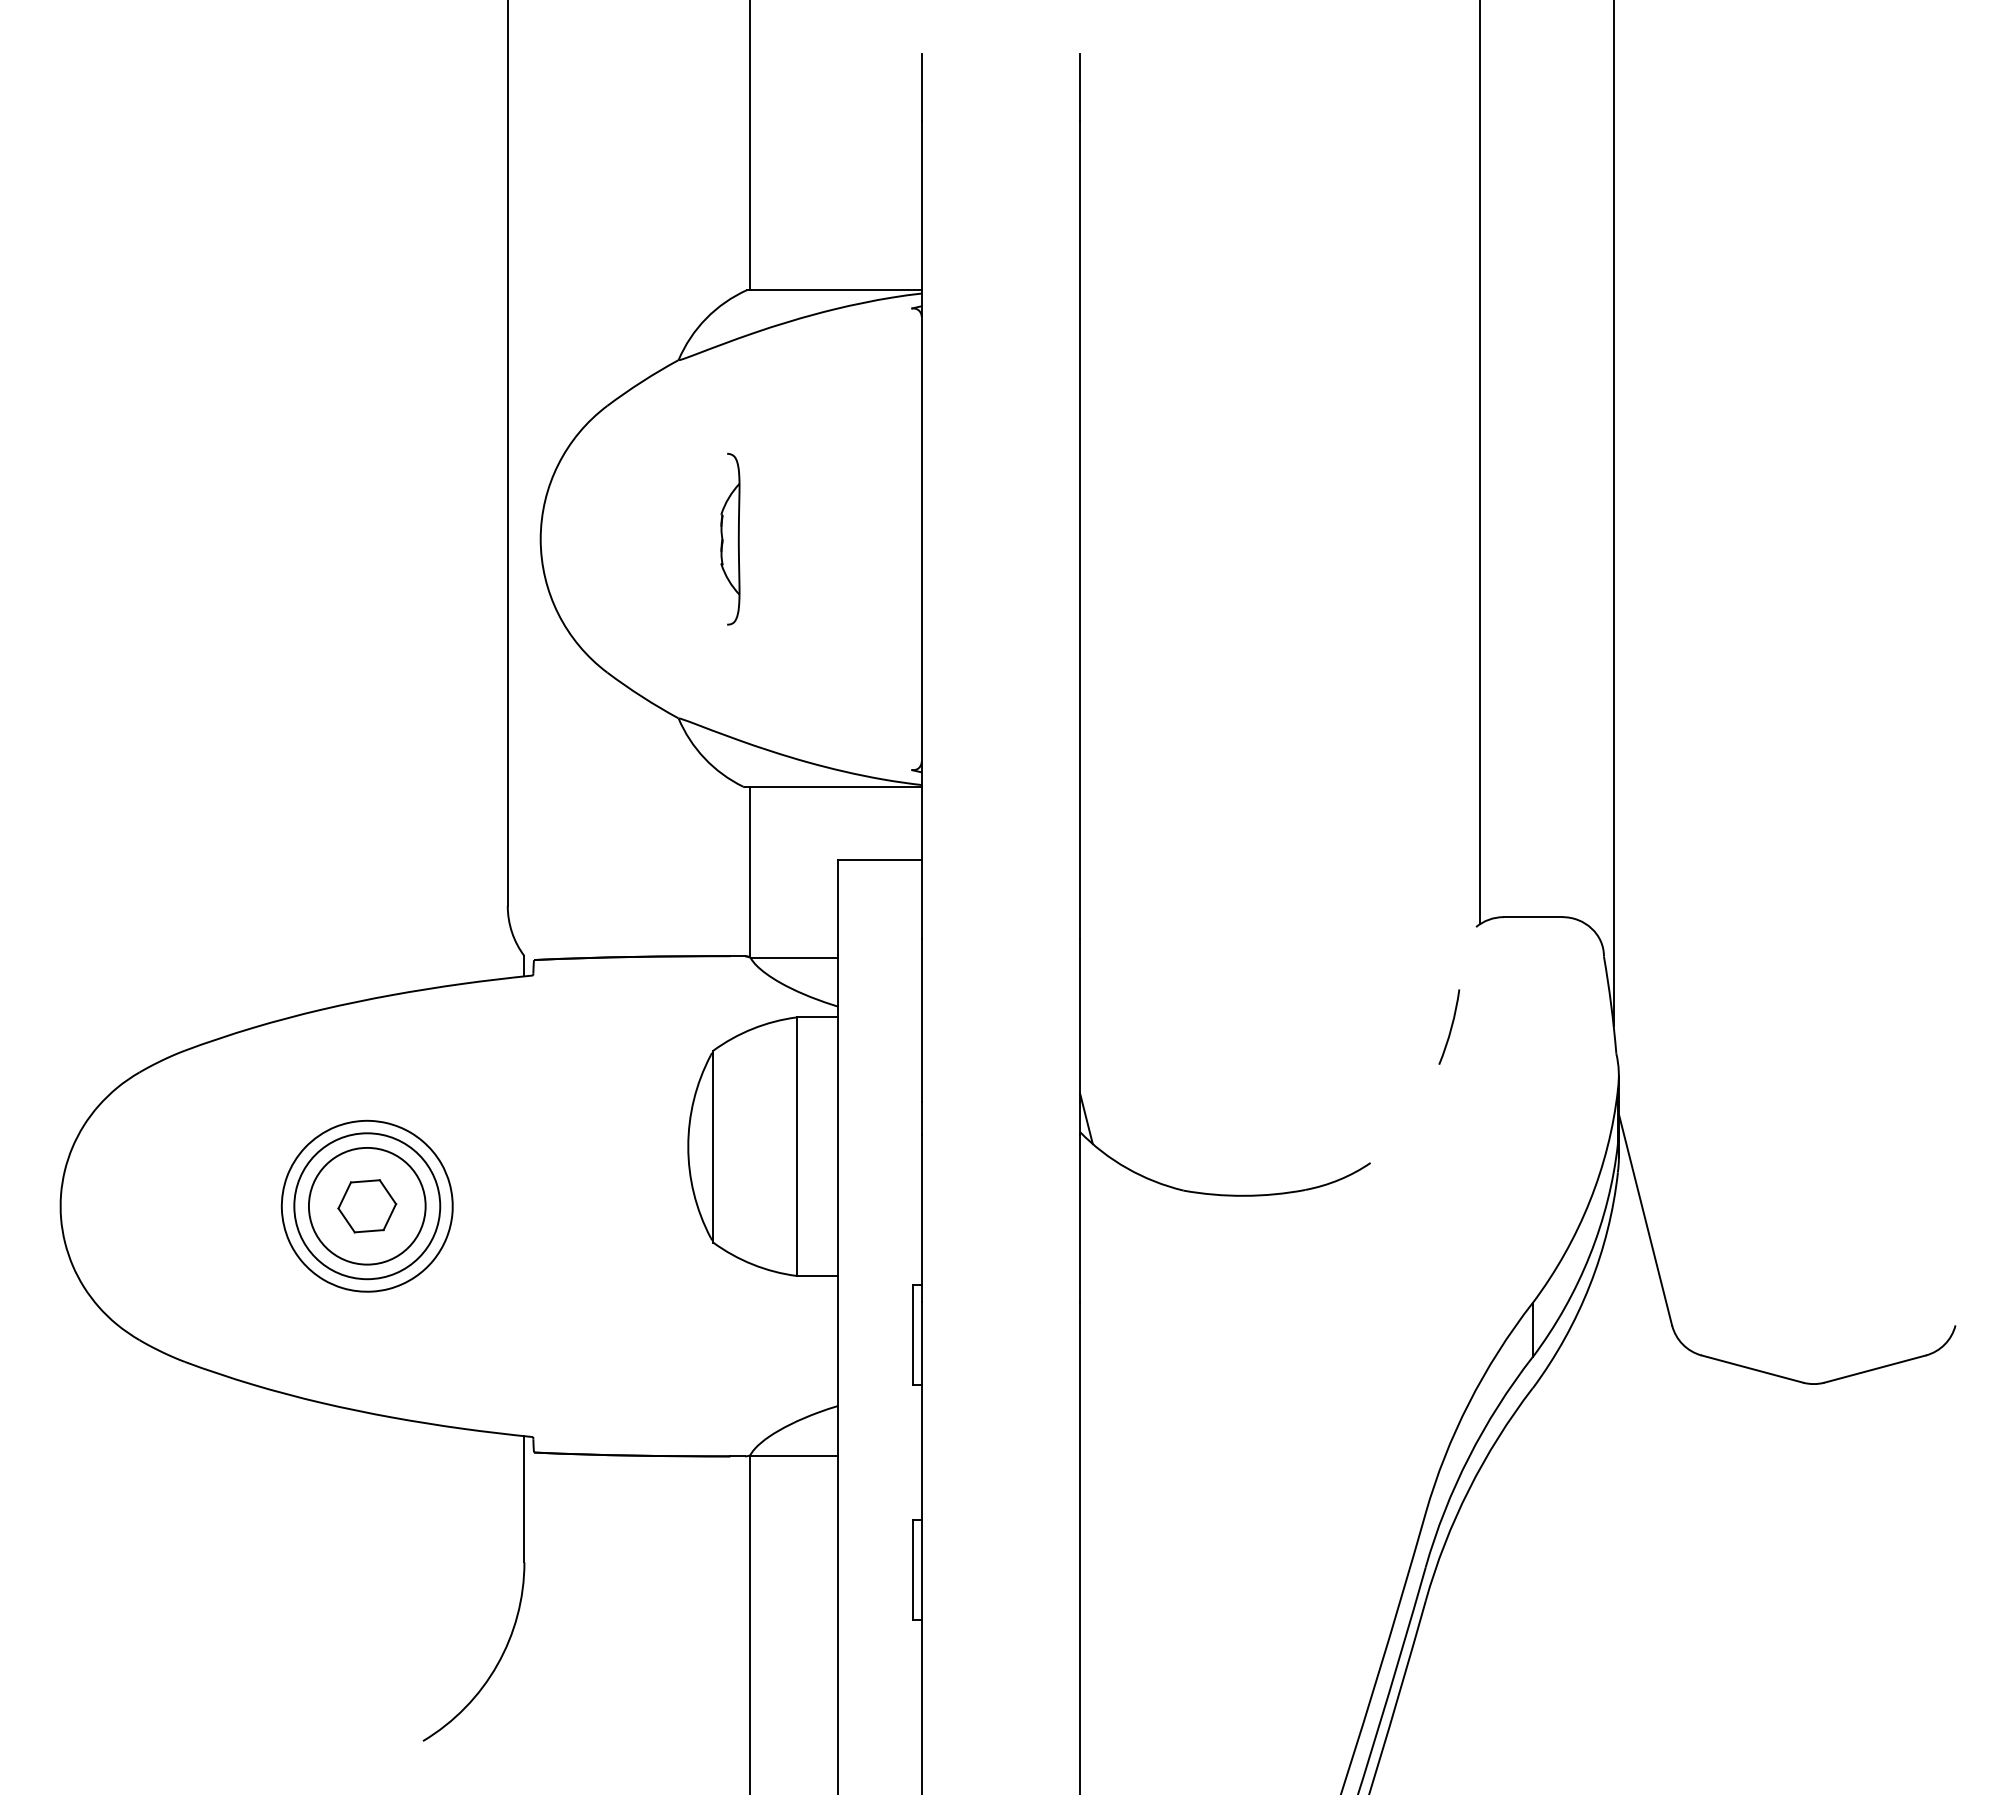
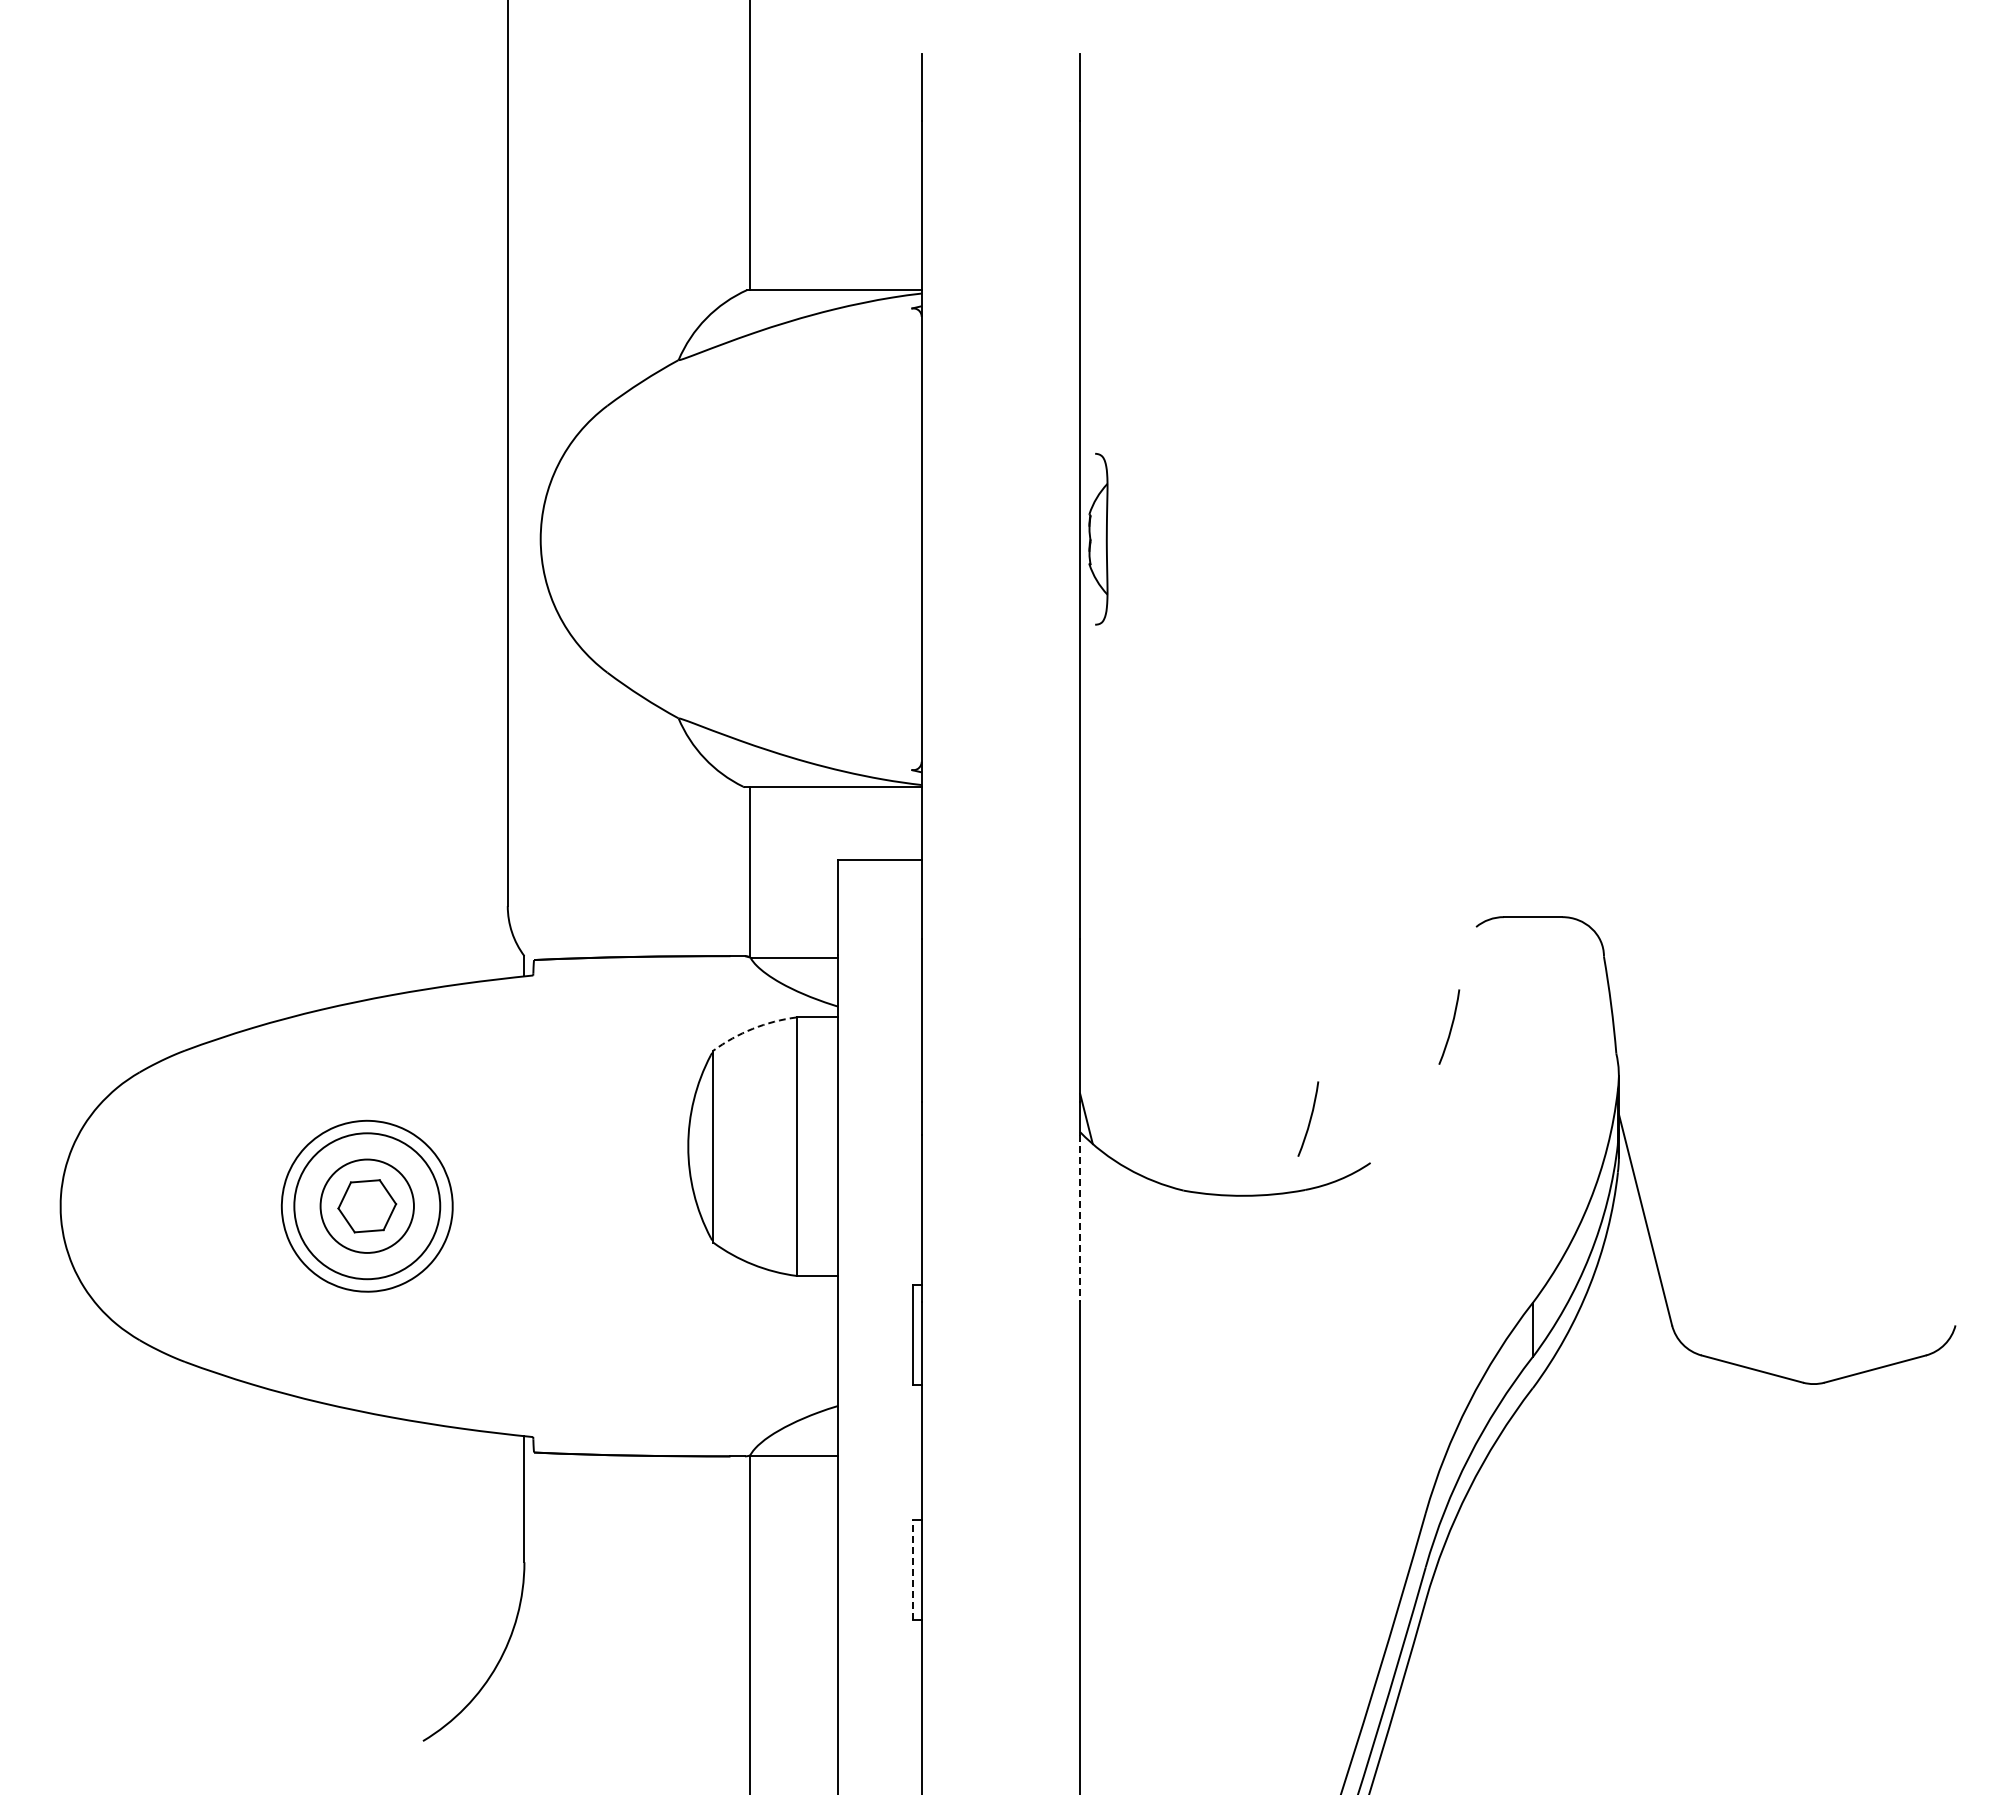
line at (1480, 462): present -> none
line at (1613, 513): present -> none
part at (730, 539) position: (730, 539) -> (1098, 539)
arc at (752, 1028): solid -> dashed
curve at (1309, 1118): none -> present
circle at (366, 1205) diameter: 117 px -> 93 px
line at (1080, 1219): solid -> dashed
line at (913, 1569): solid -> dashed
